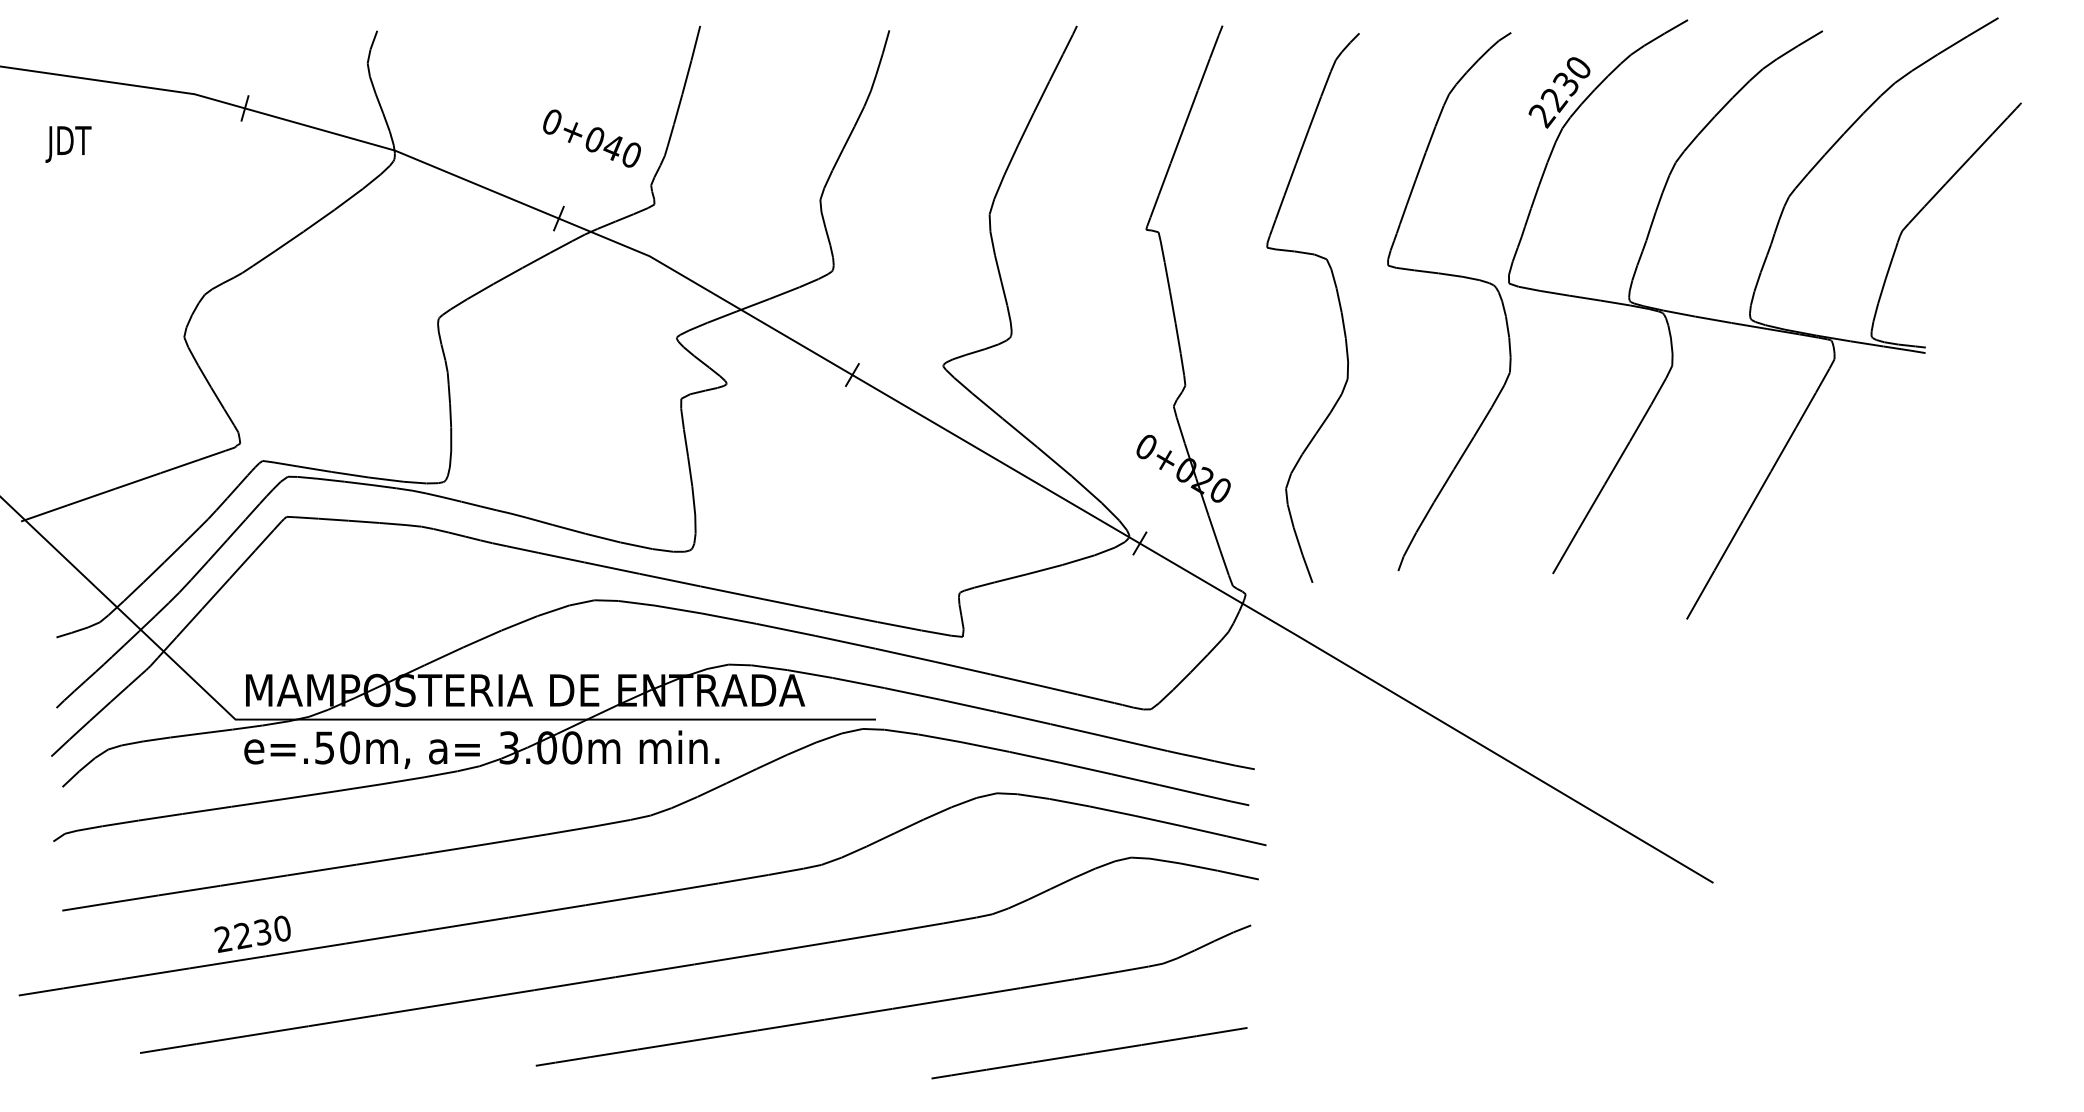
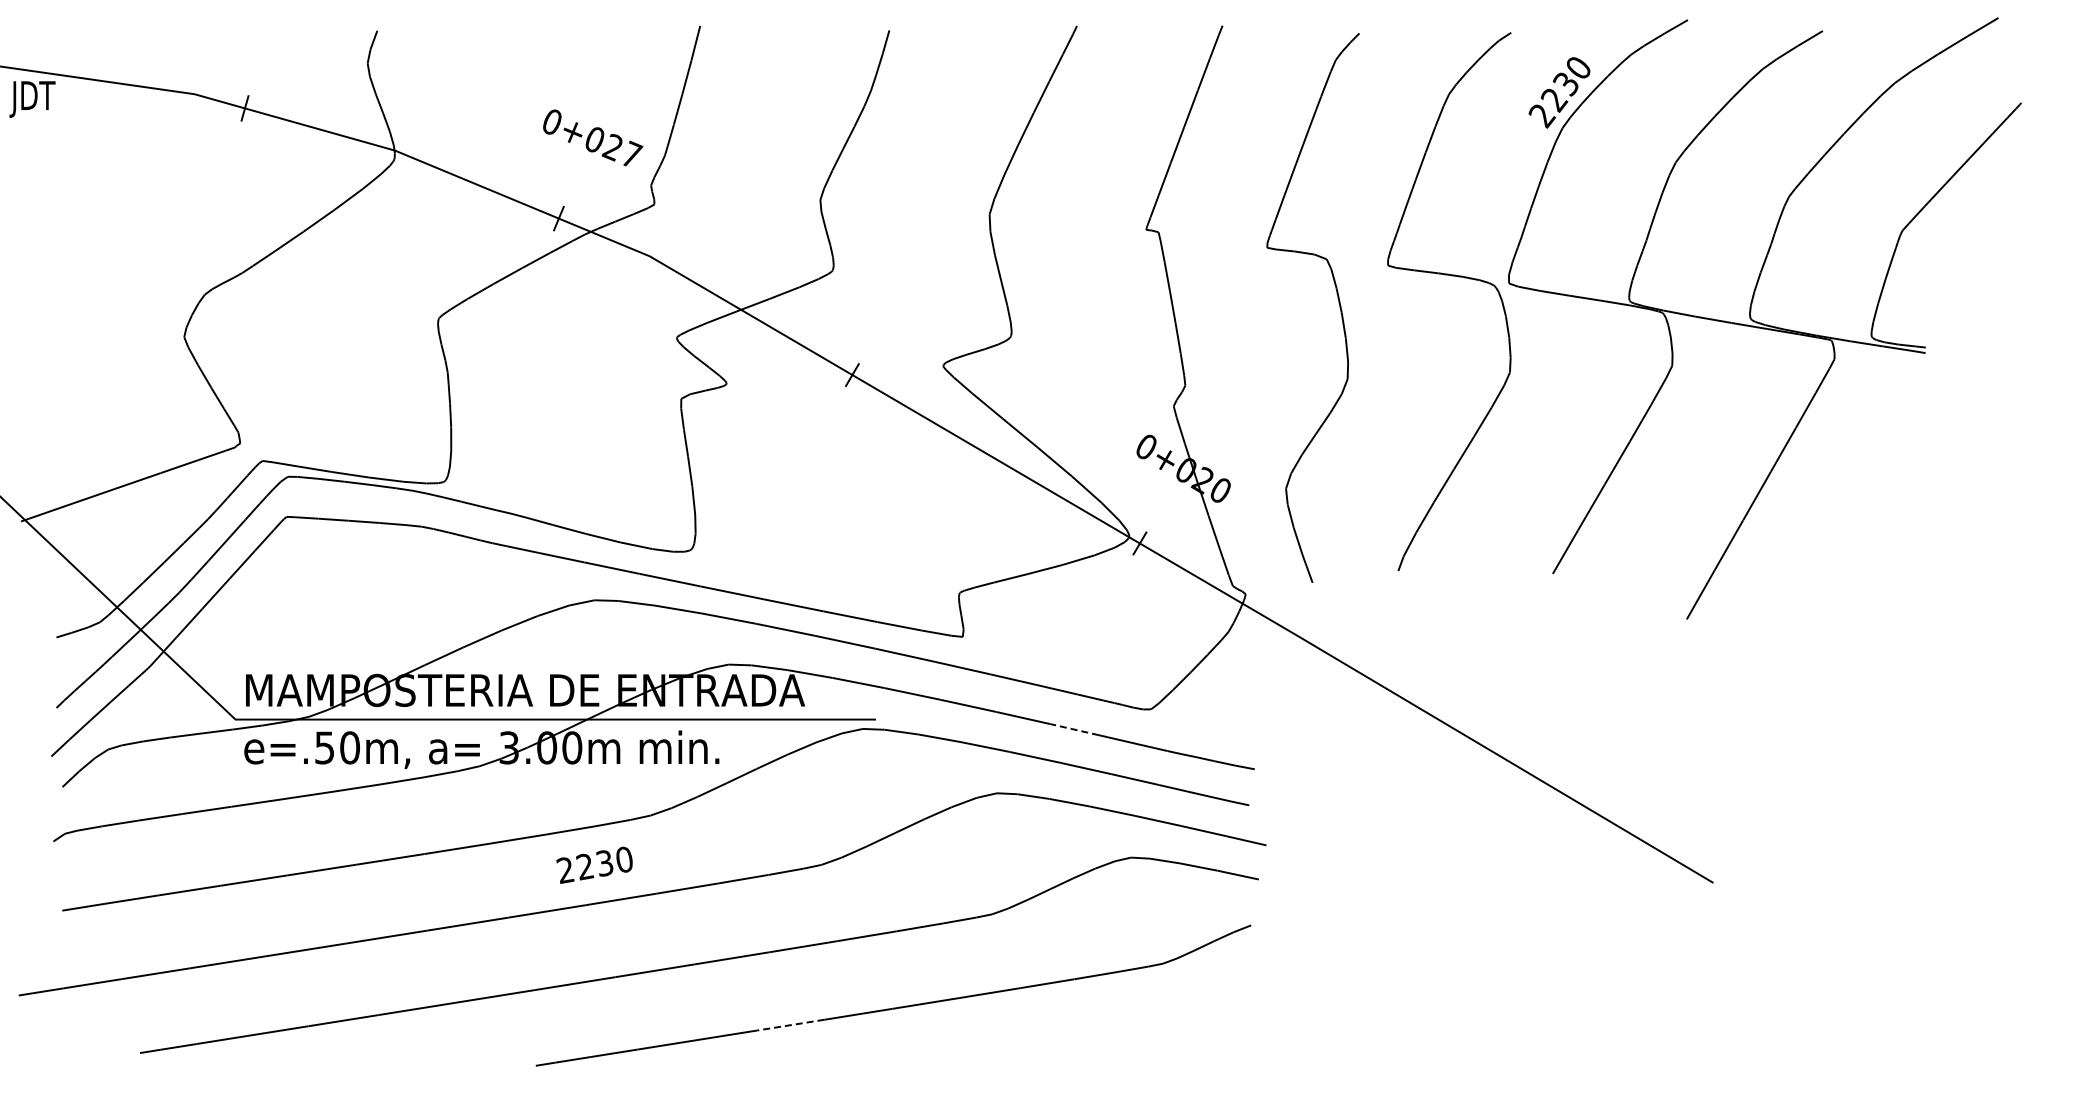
text at (68, 144) position: (68, 144) -> (32, 99)
text at (622, 150): 0+040 -> 0+027
line at (1074, 729): solid -> dashed
text at (252, 933) position: (252, 933) -> (594, 864)
line at (790, 1025): solid -> dashed
line at (1089, 1053): present -> none
